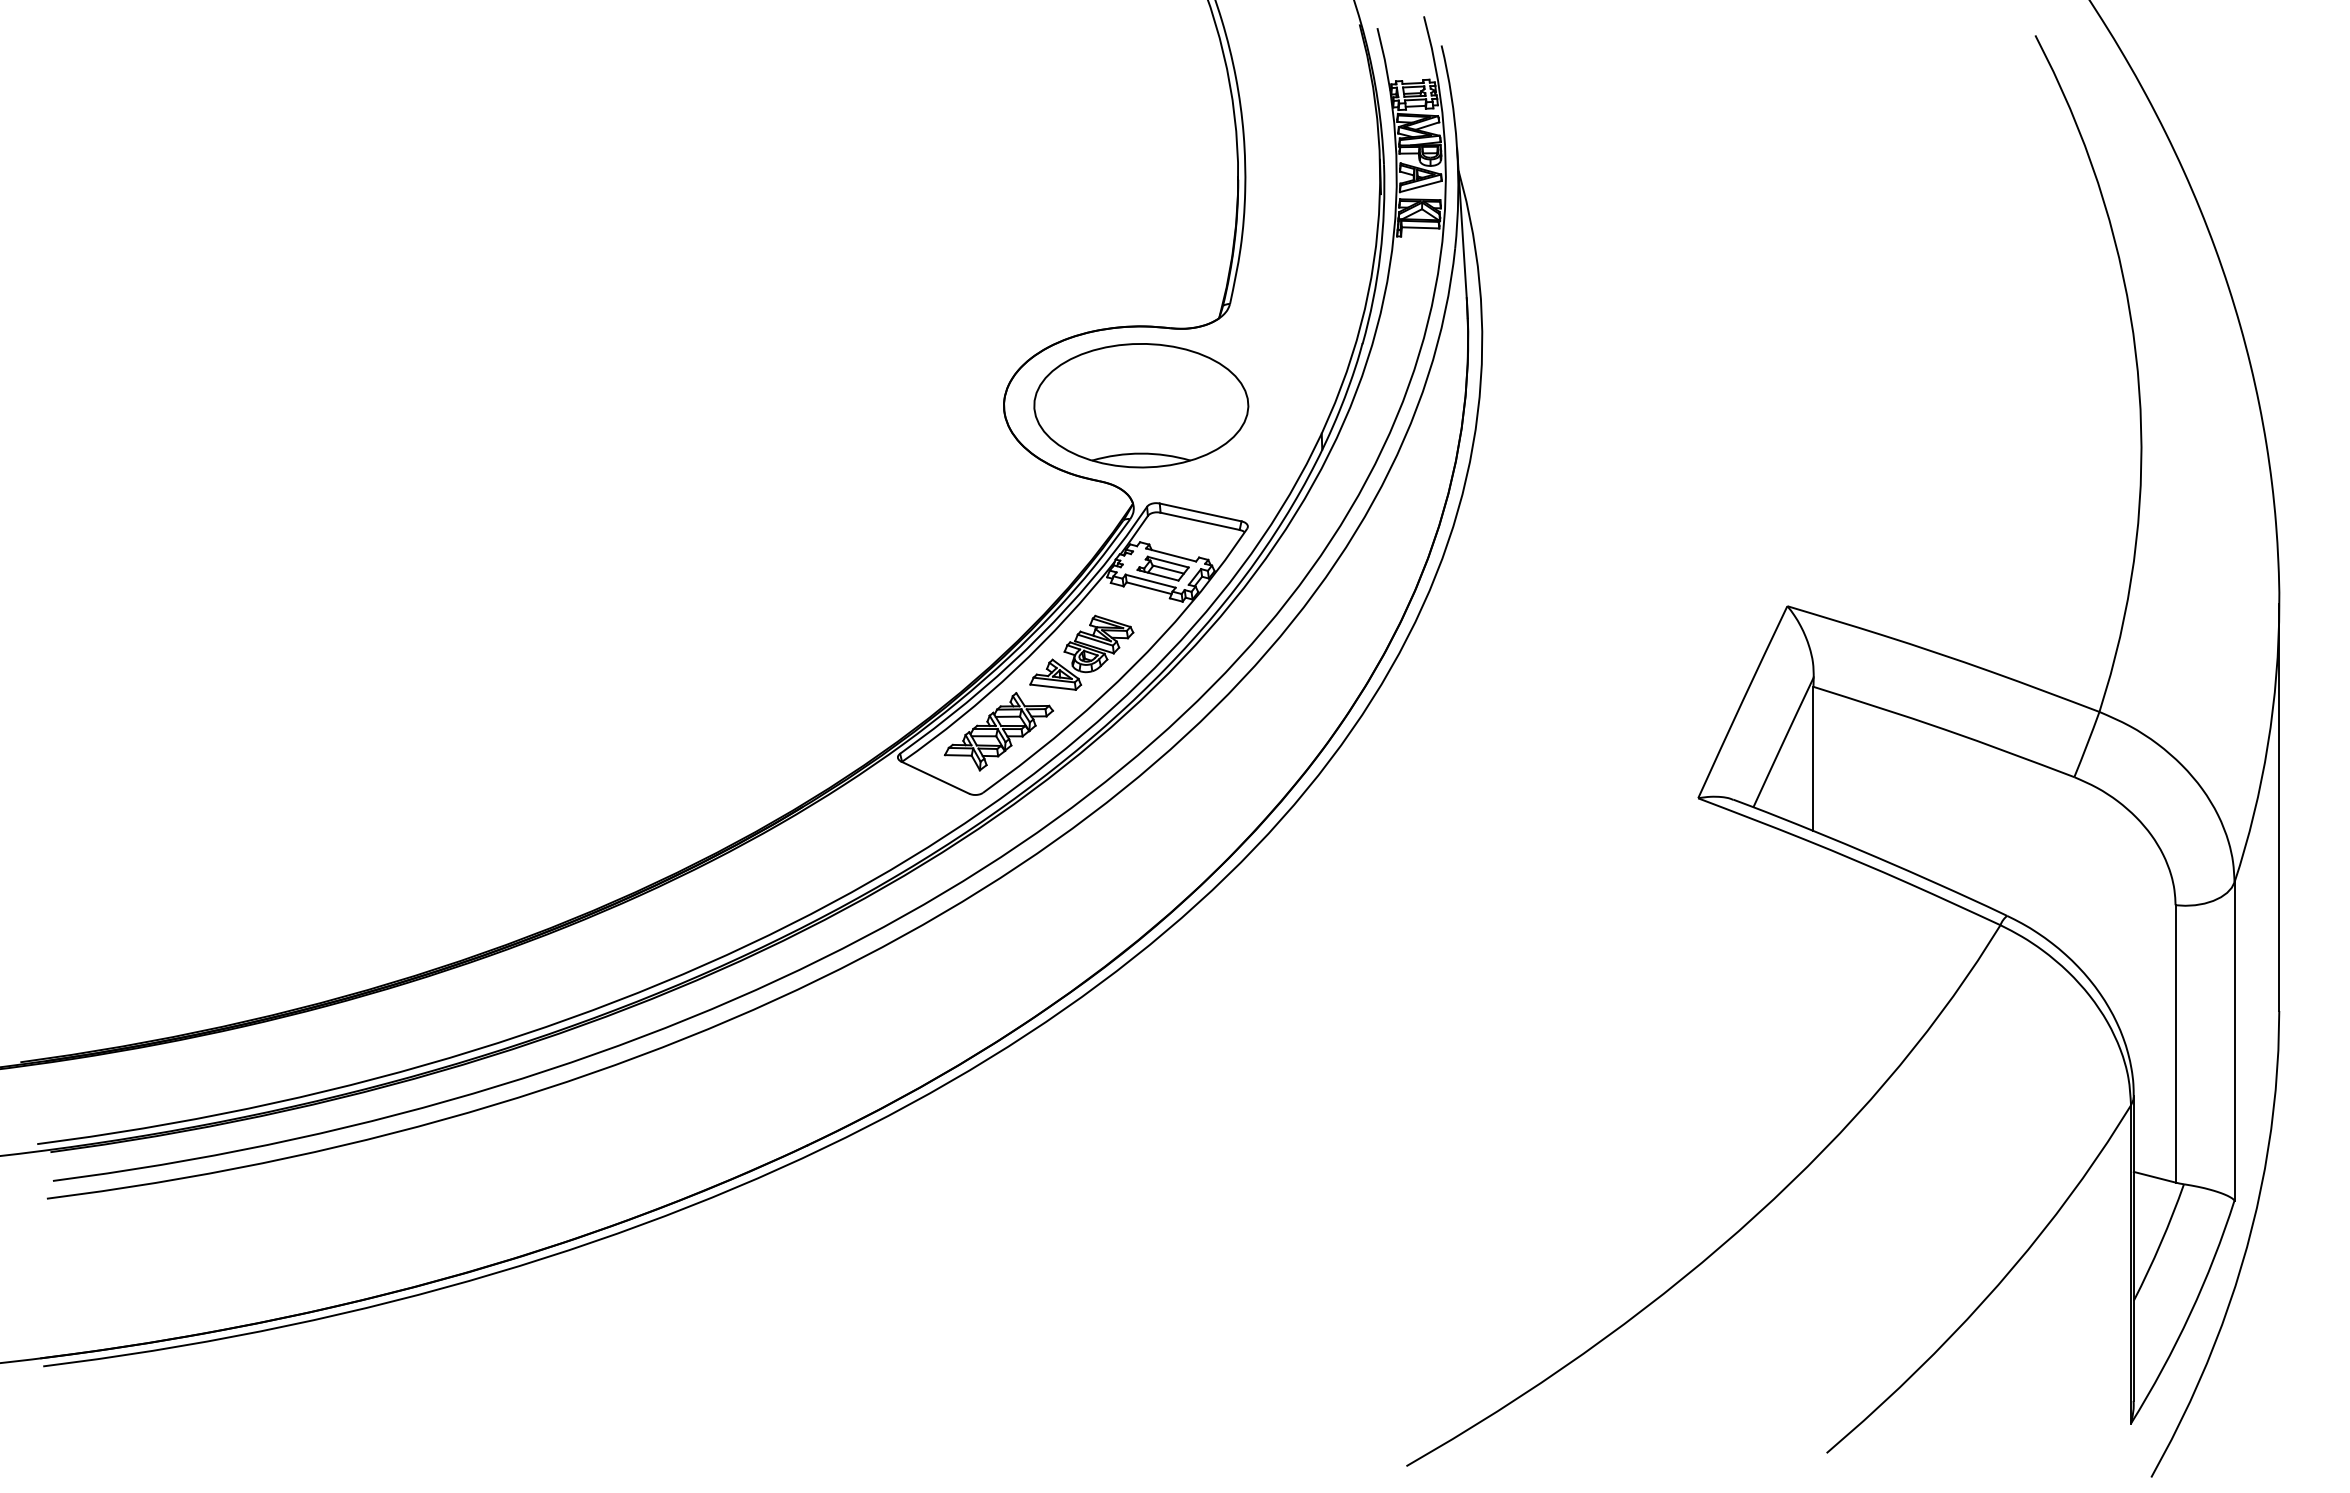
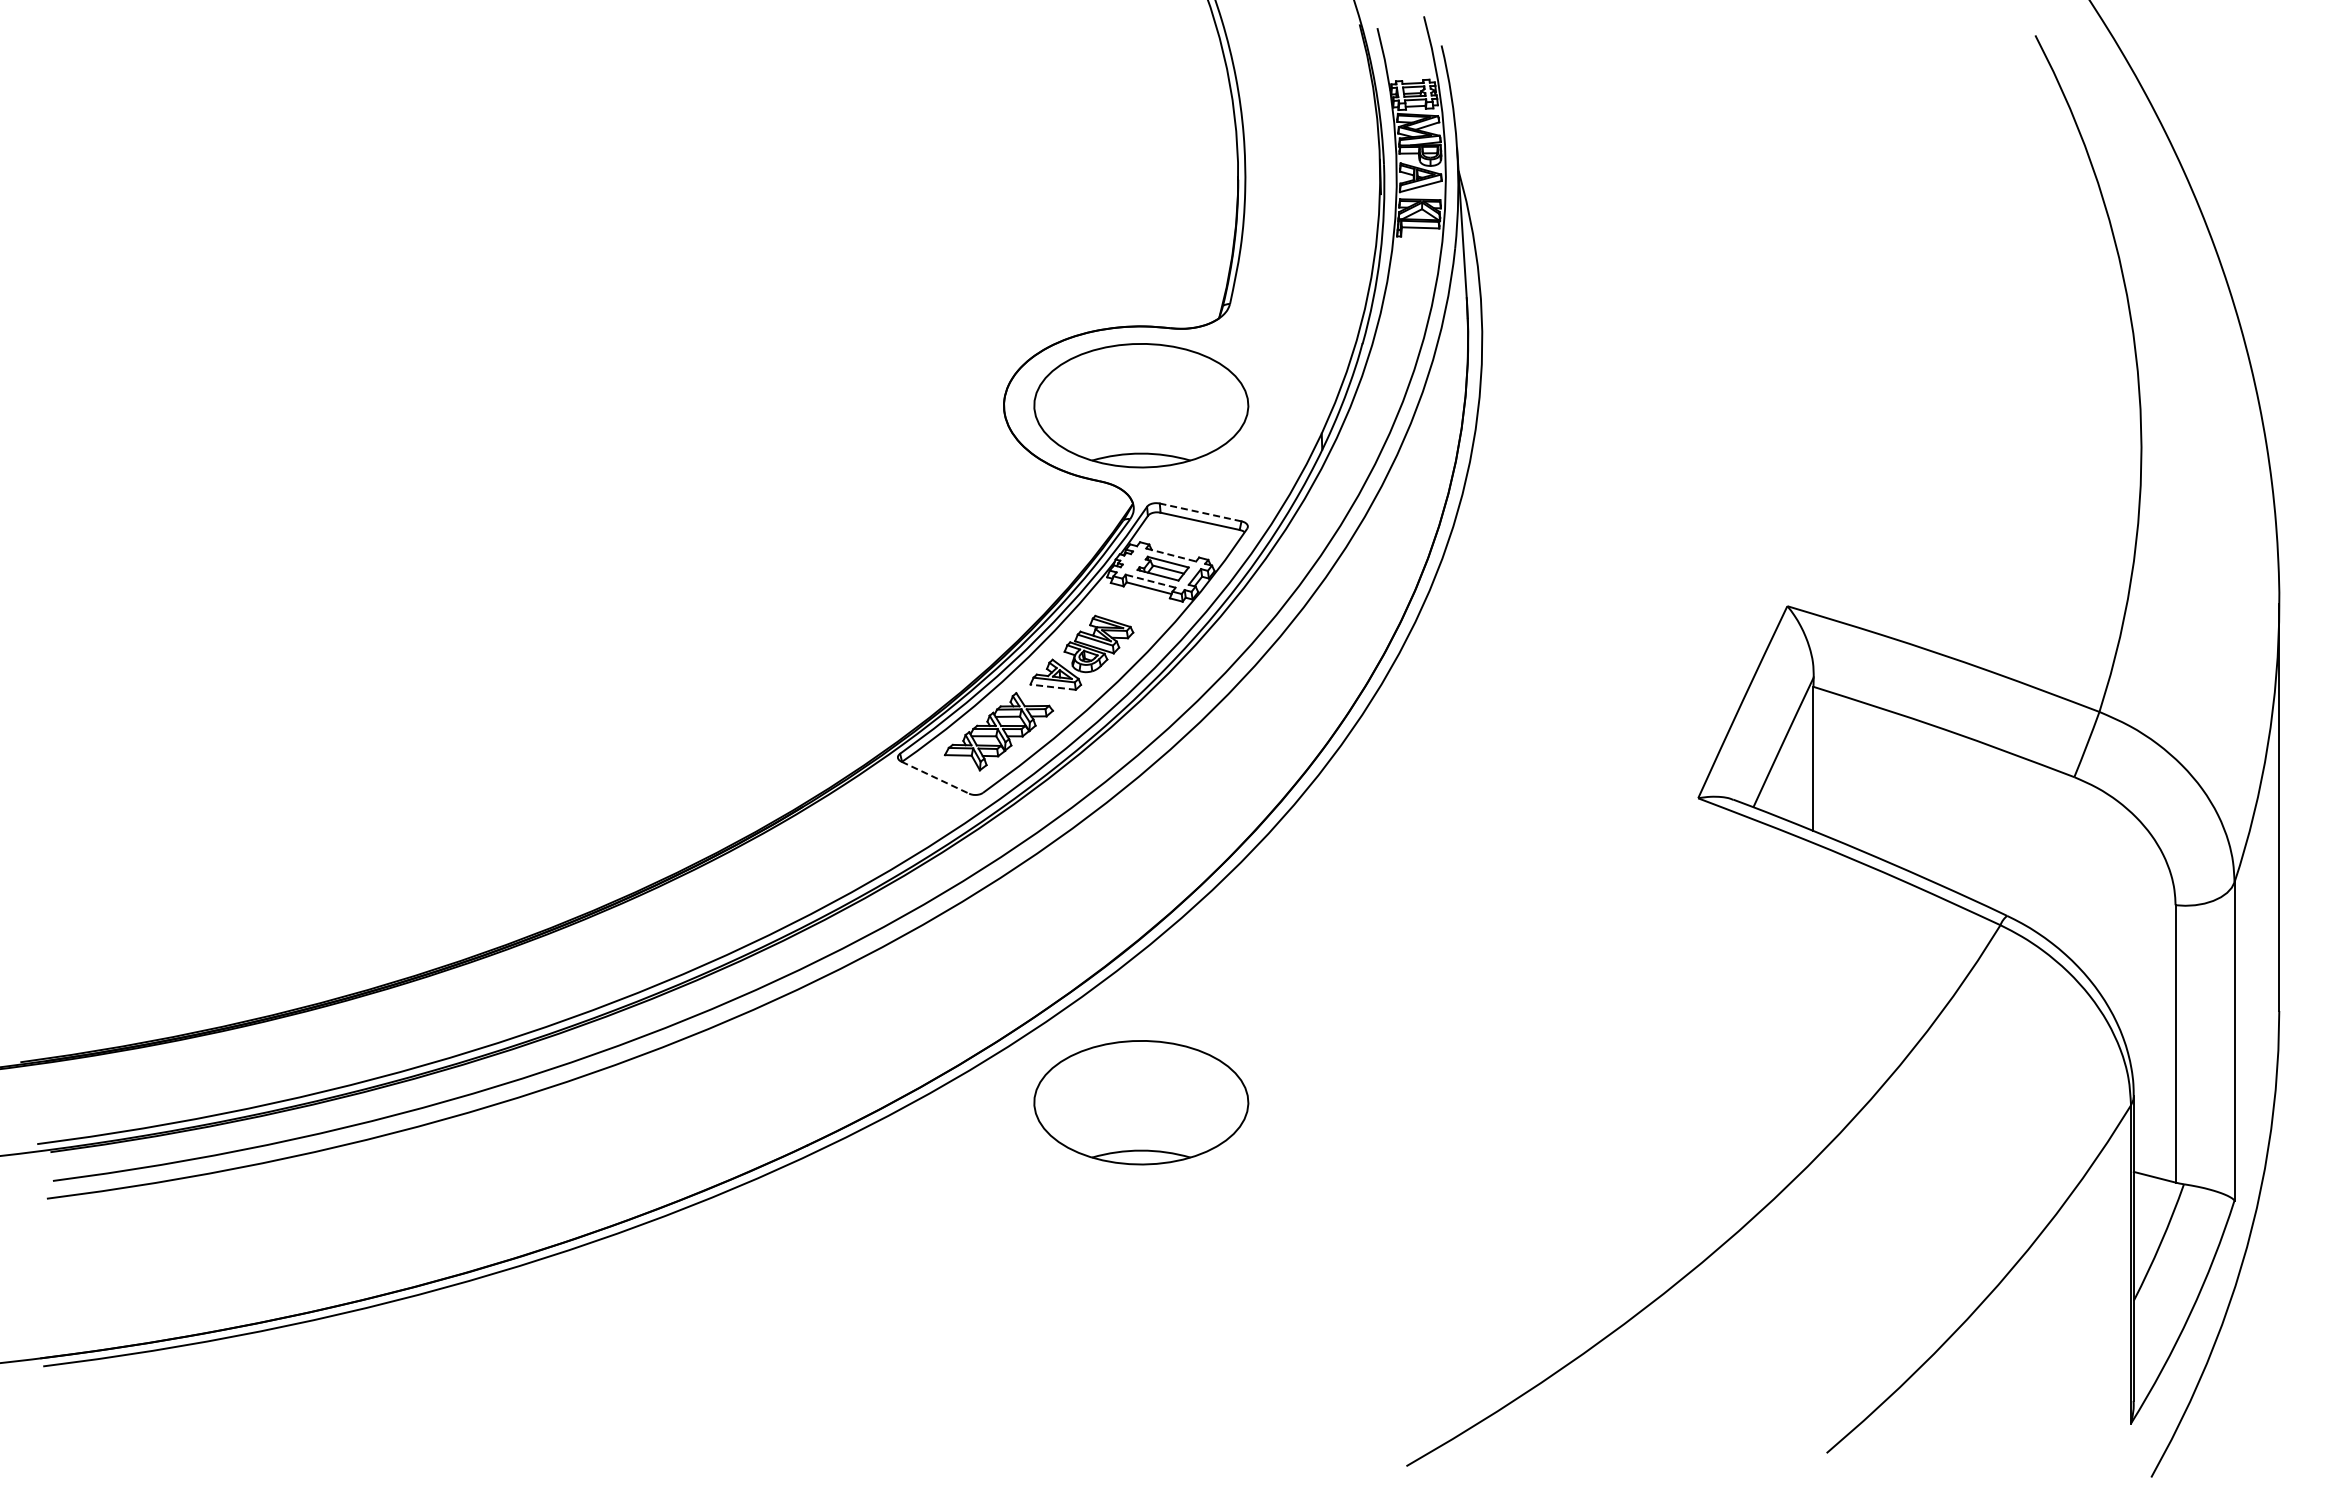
line at (1200, 512): solid -> dashed
line at (1171, 555): solid -> dashed
line at (1150, 581): solid -> dashed
line at (1053, 687): solid -> dashed
line at (935, 777): solid -> dashed
part at (1141, 1102): none -> present
